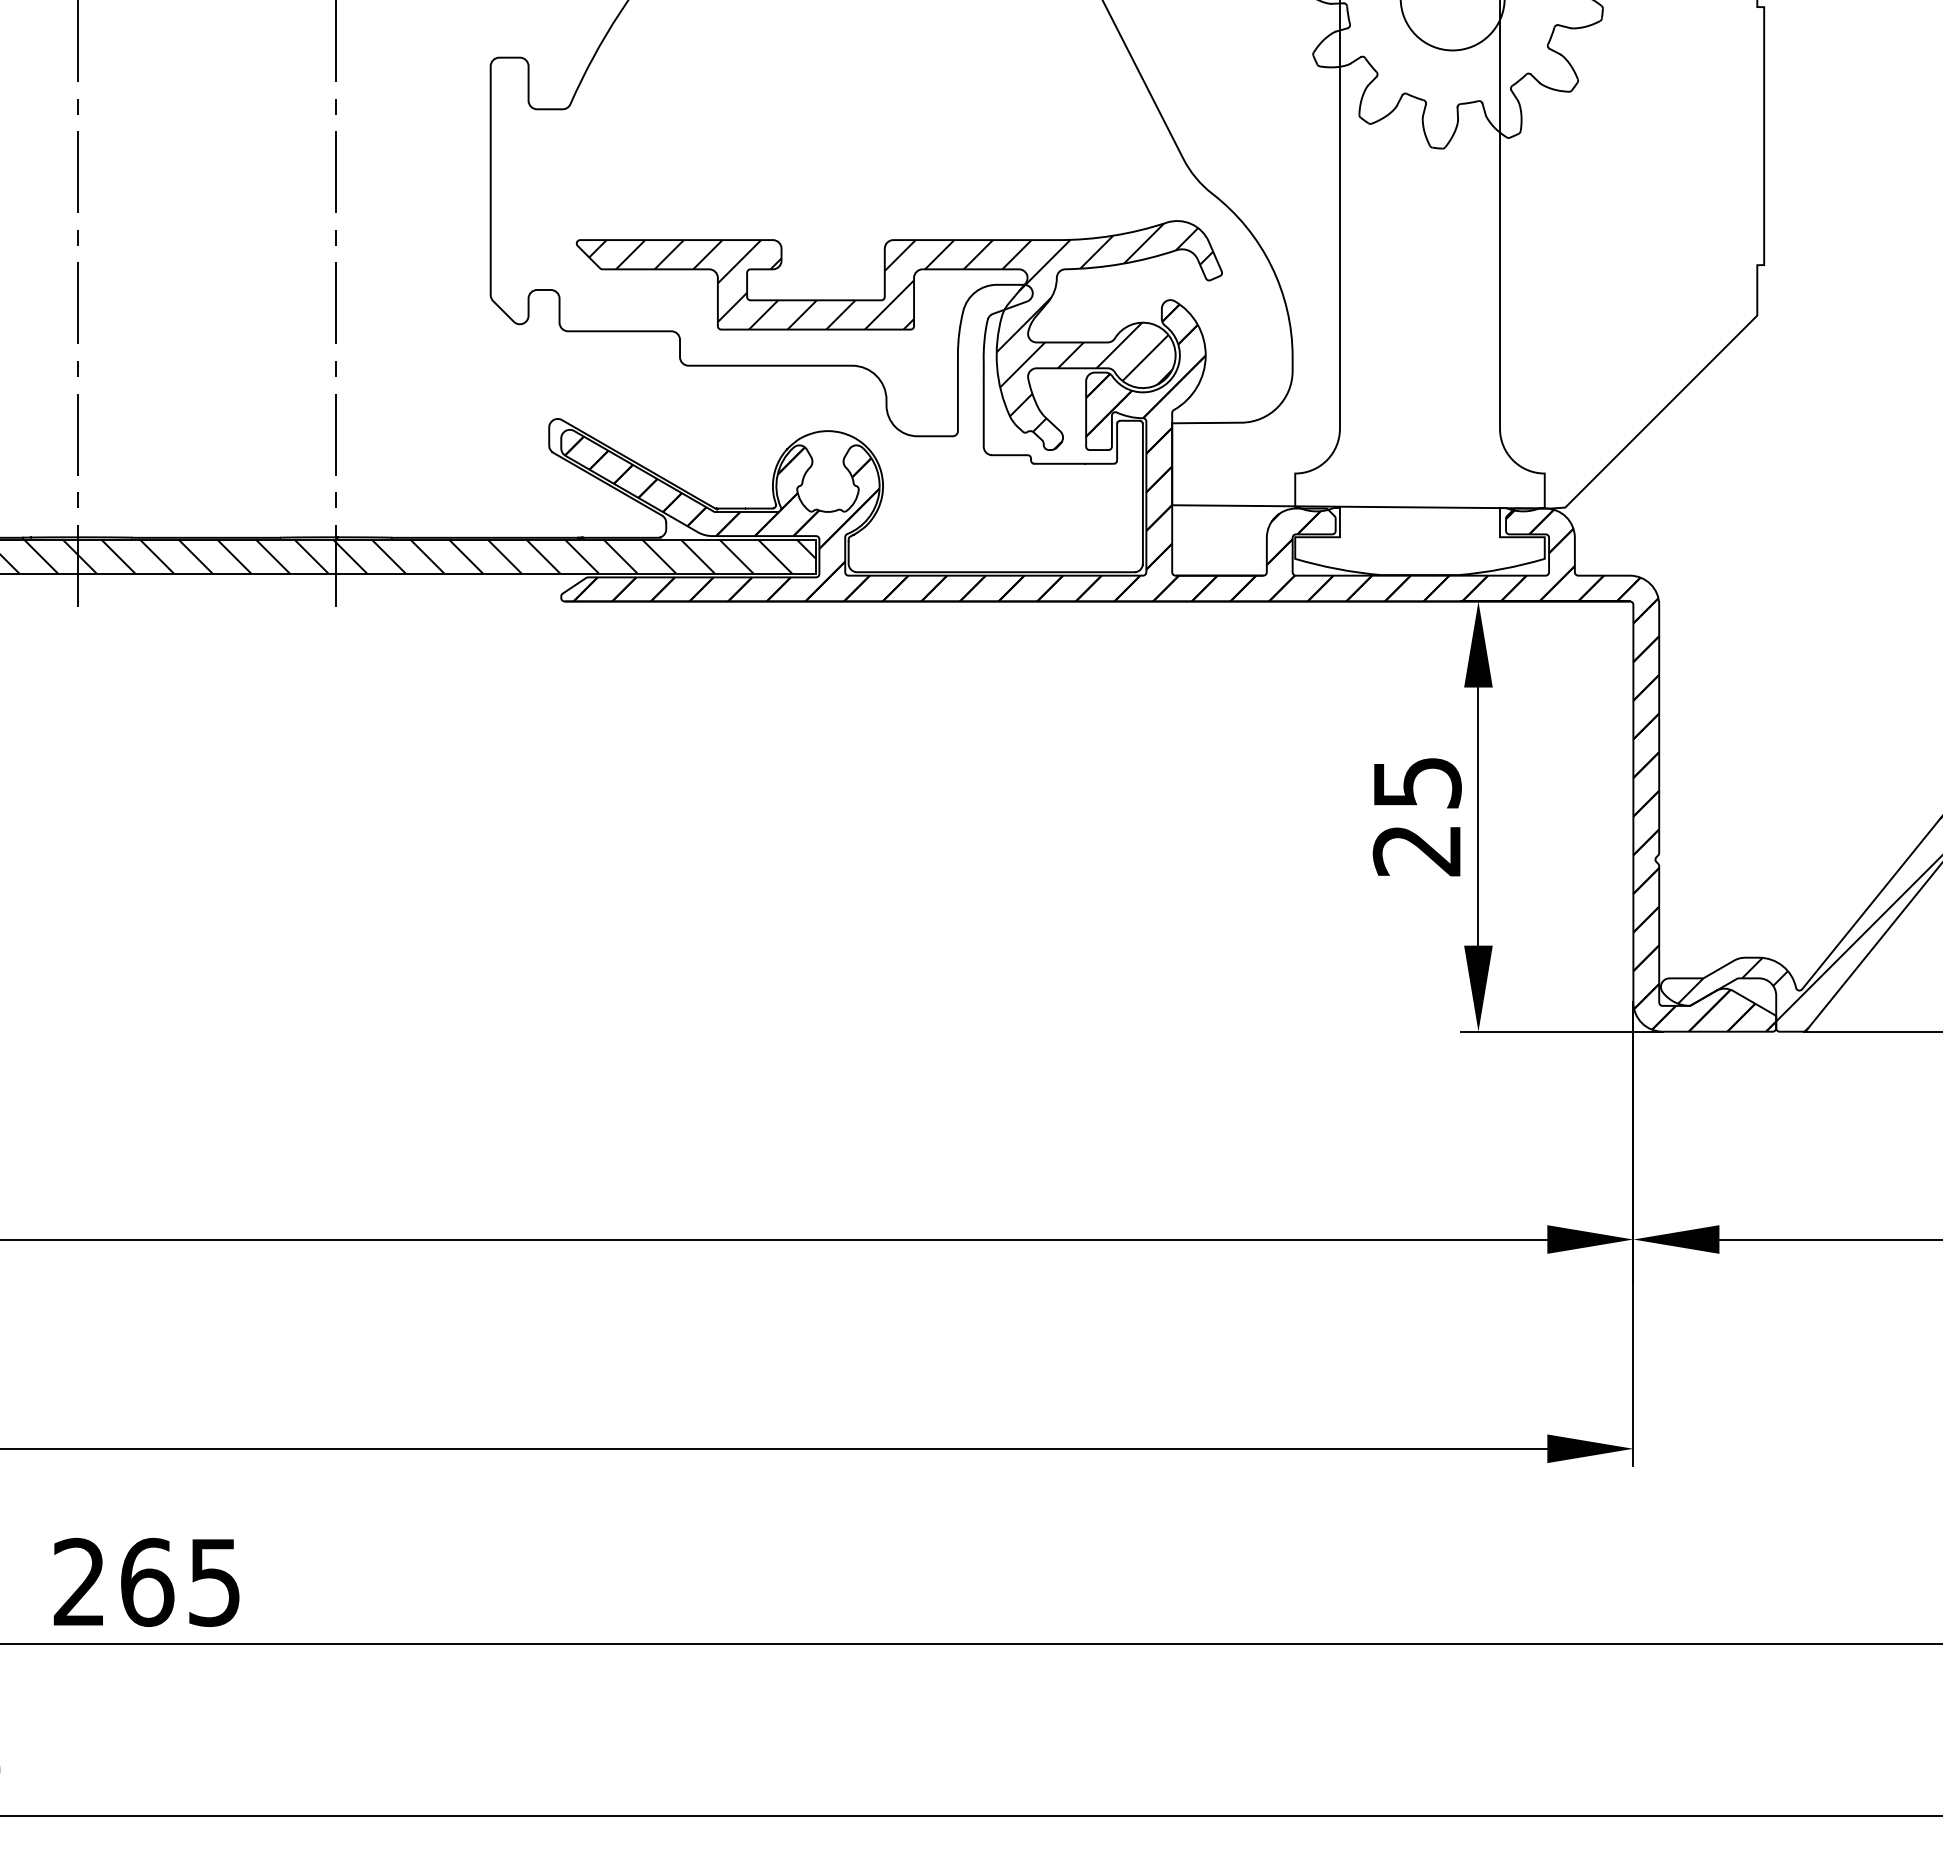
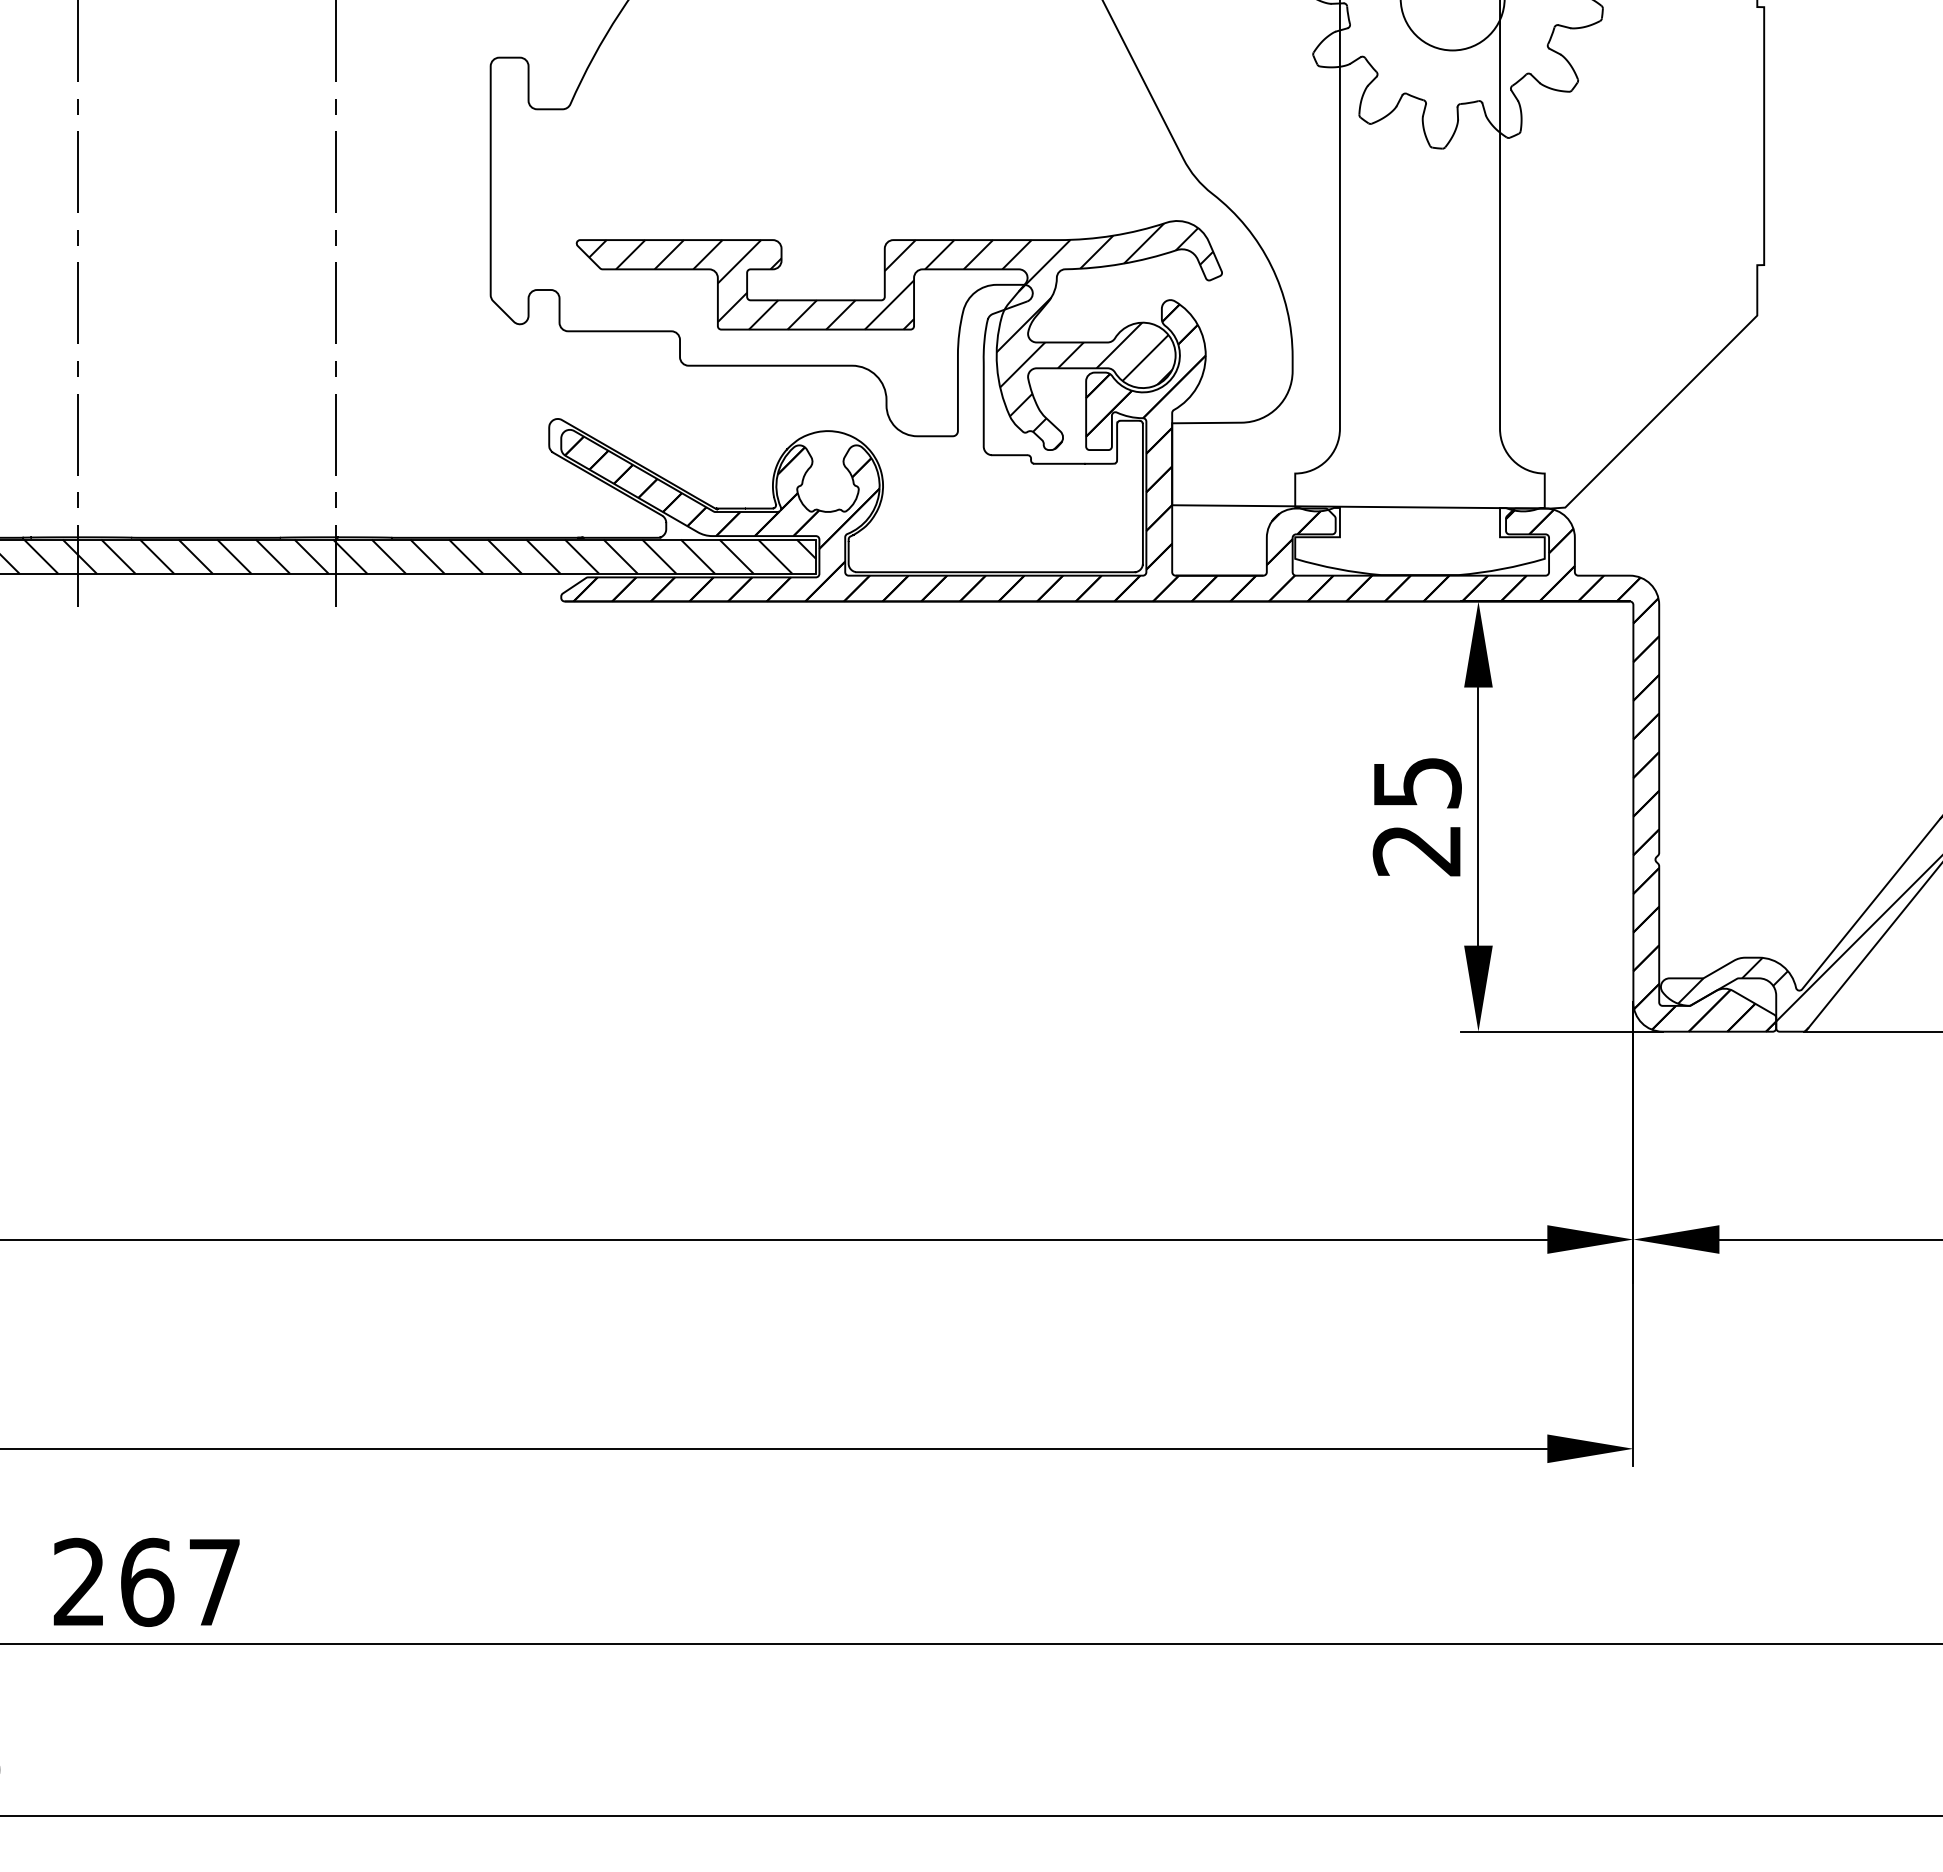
text at (214, 1582): 265 -> 267
